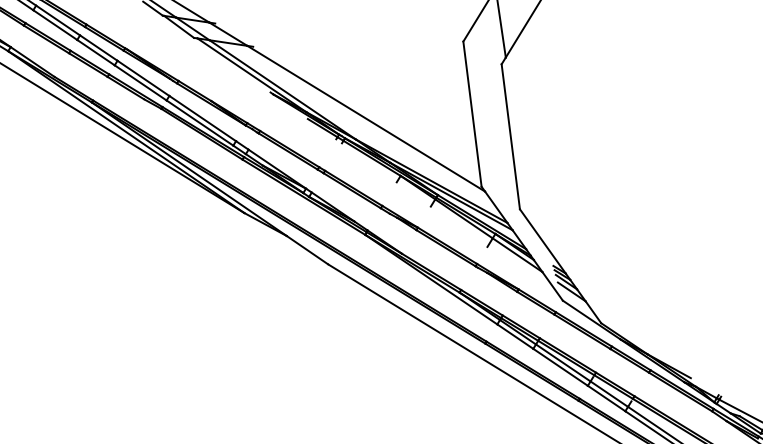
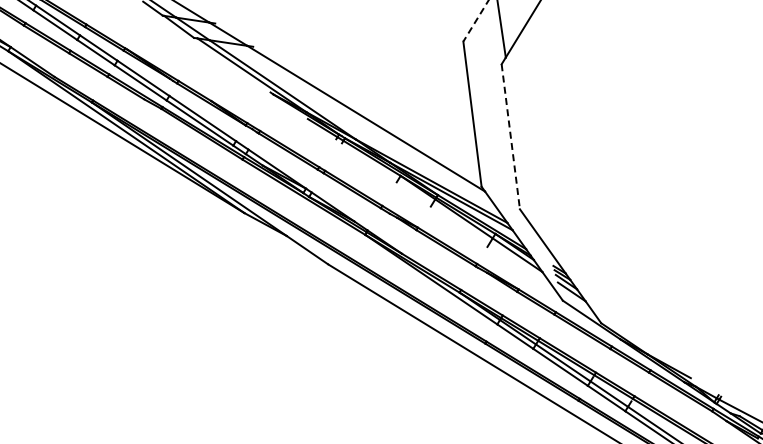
line at (475, 21): solid -> dashed
line at (510, 137): solid -> dashed
